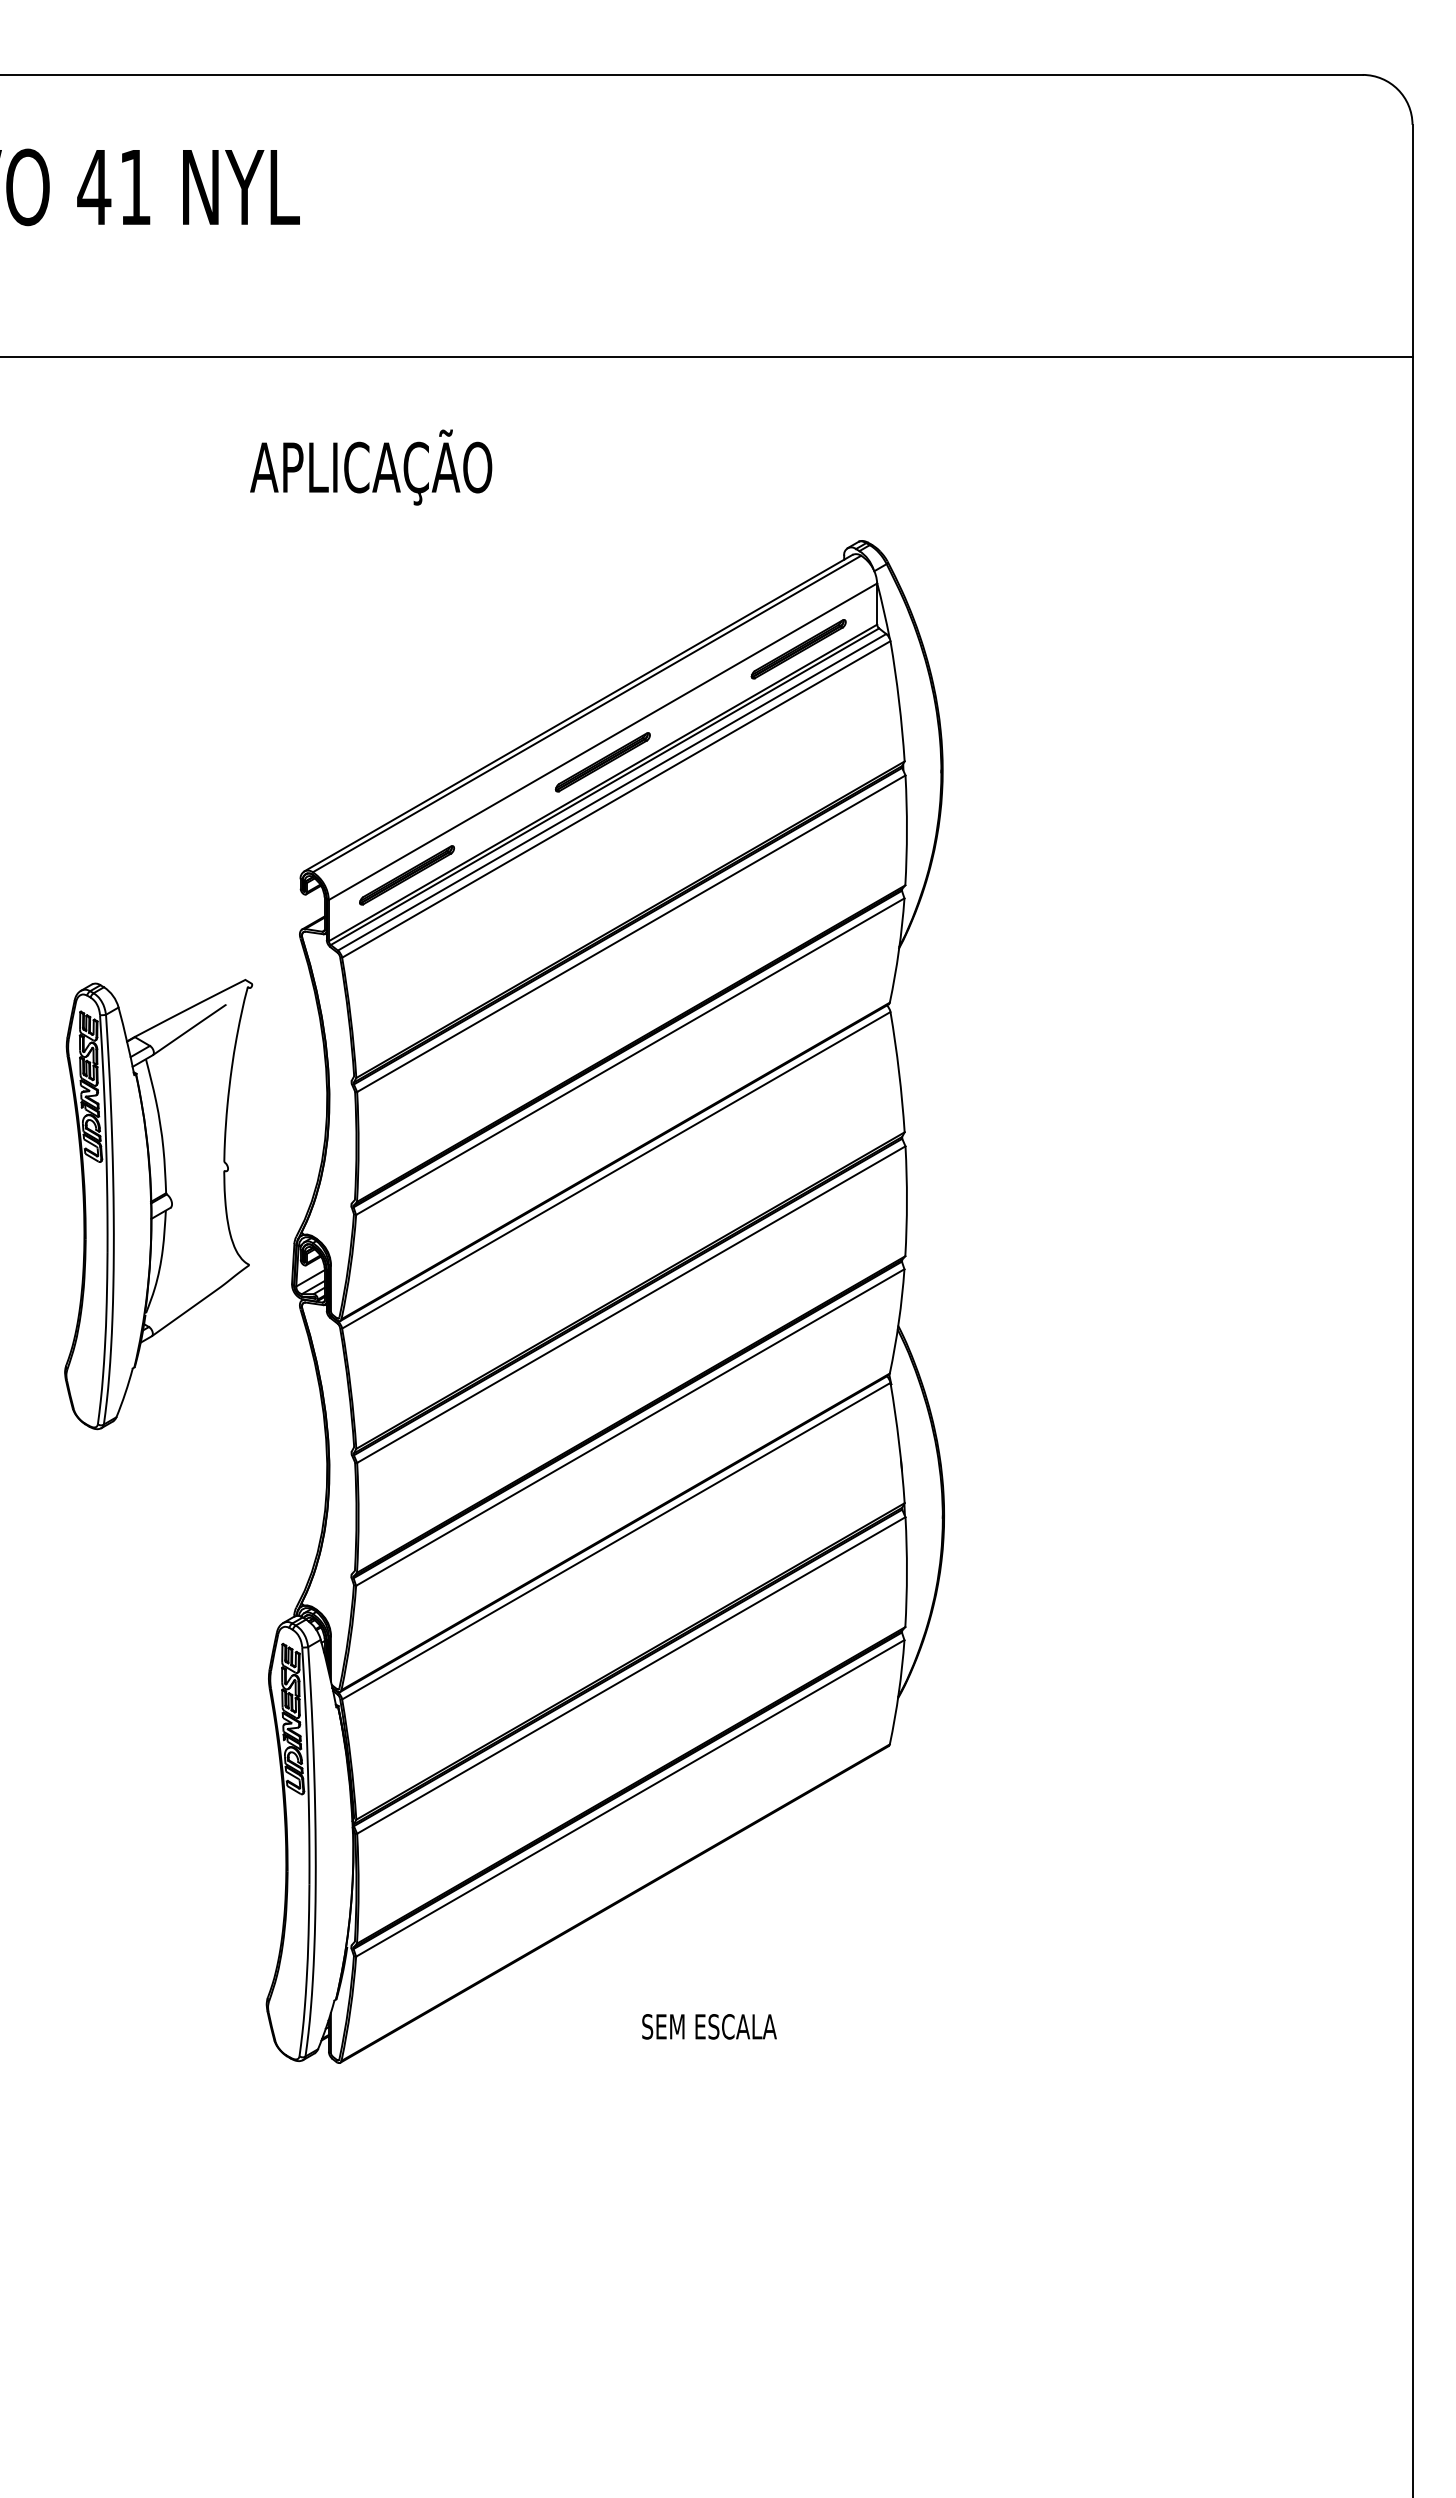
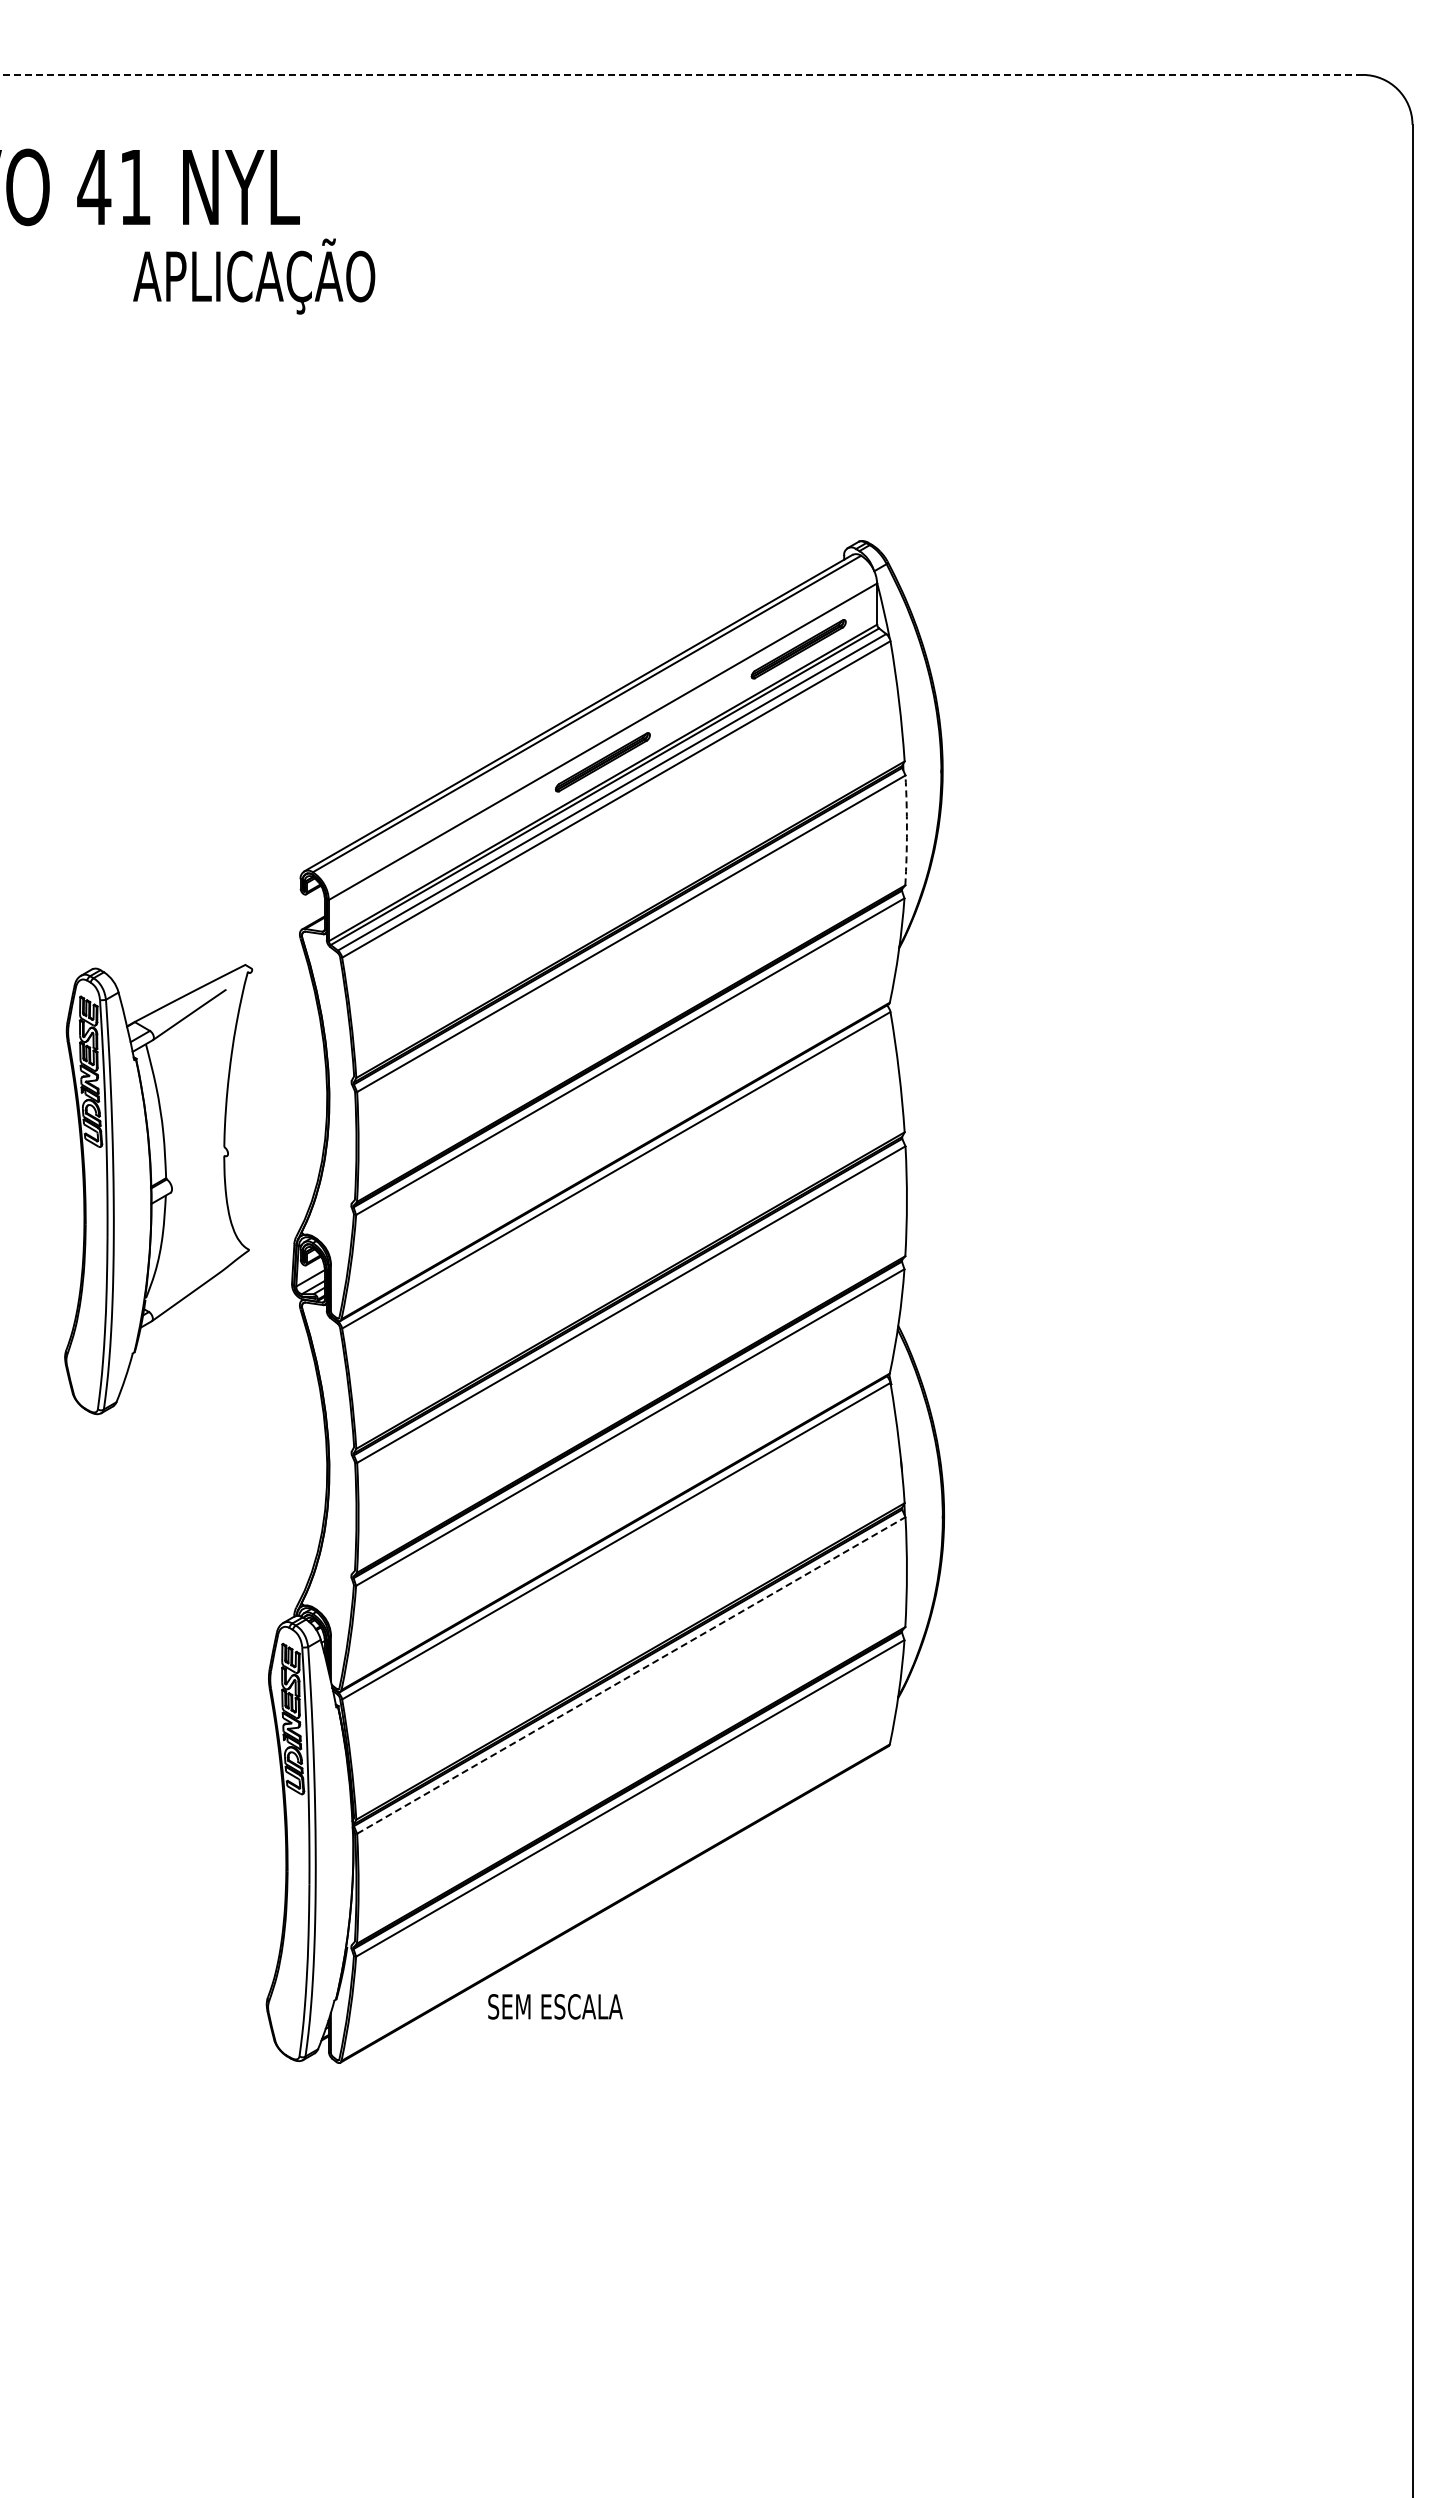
line at (681, 74): solid -> dashed
line at (707, 357): present -> none
text at (371, 467) position: (371, 467) -> (254, 276)
arc at (906, 830): solid -> dashed
part at (407, 875): present -> none
part at (158, 1204) position: (158, 1204) -> (158, 1189)
line at (631, 1675): solid -> dashed
text at (709, 2026) position: (709, 2026) -> (555, 2006)
